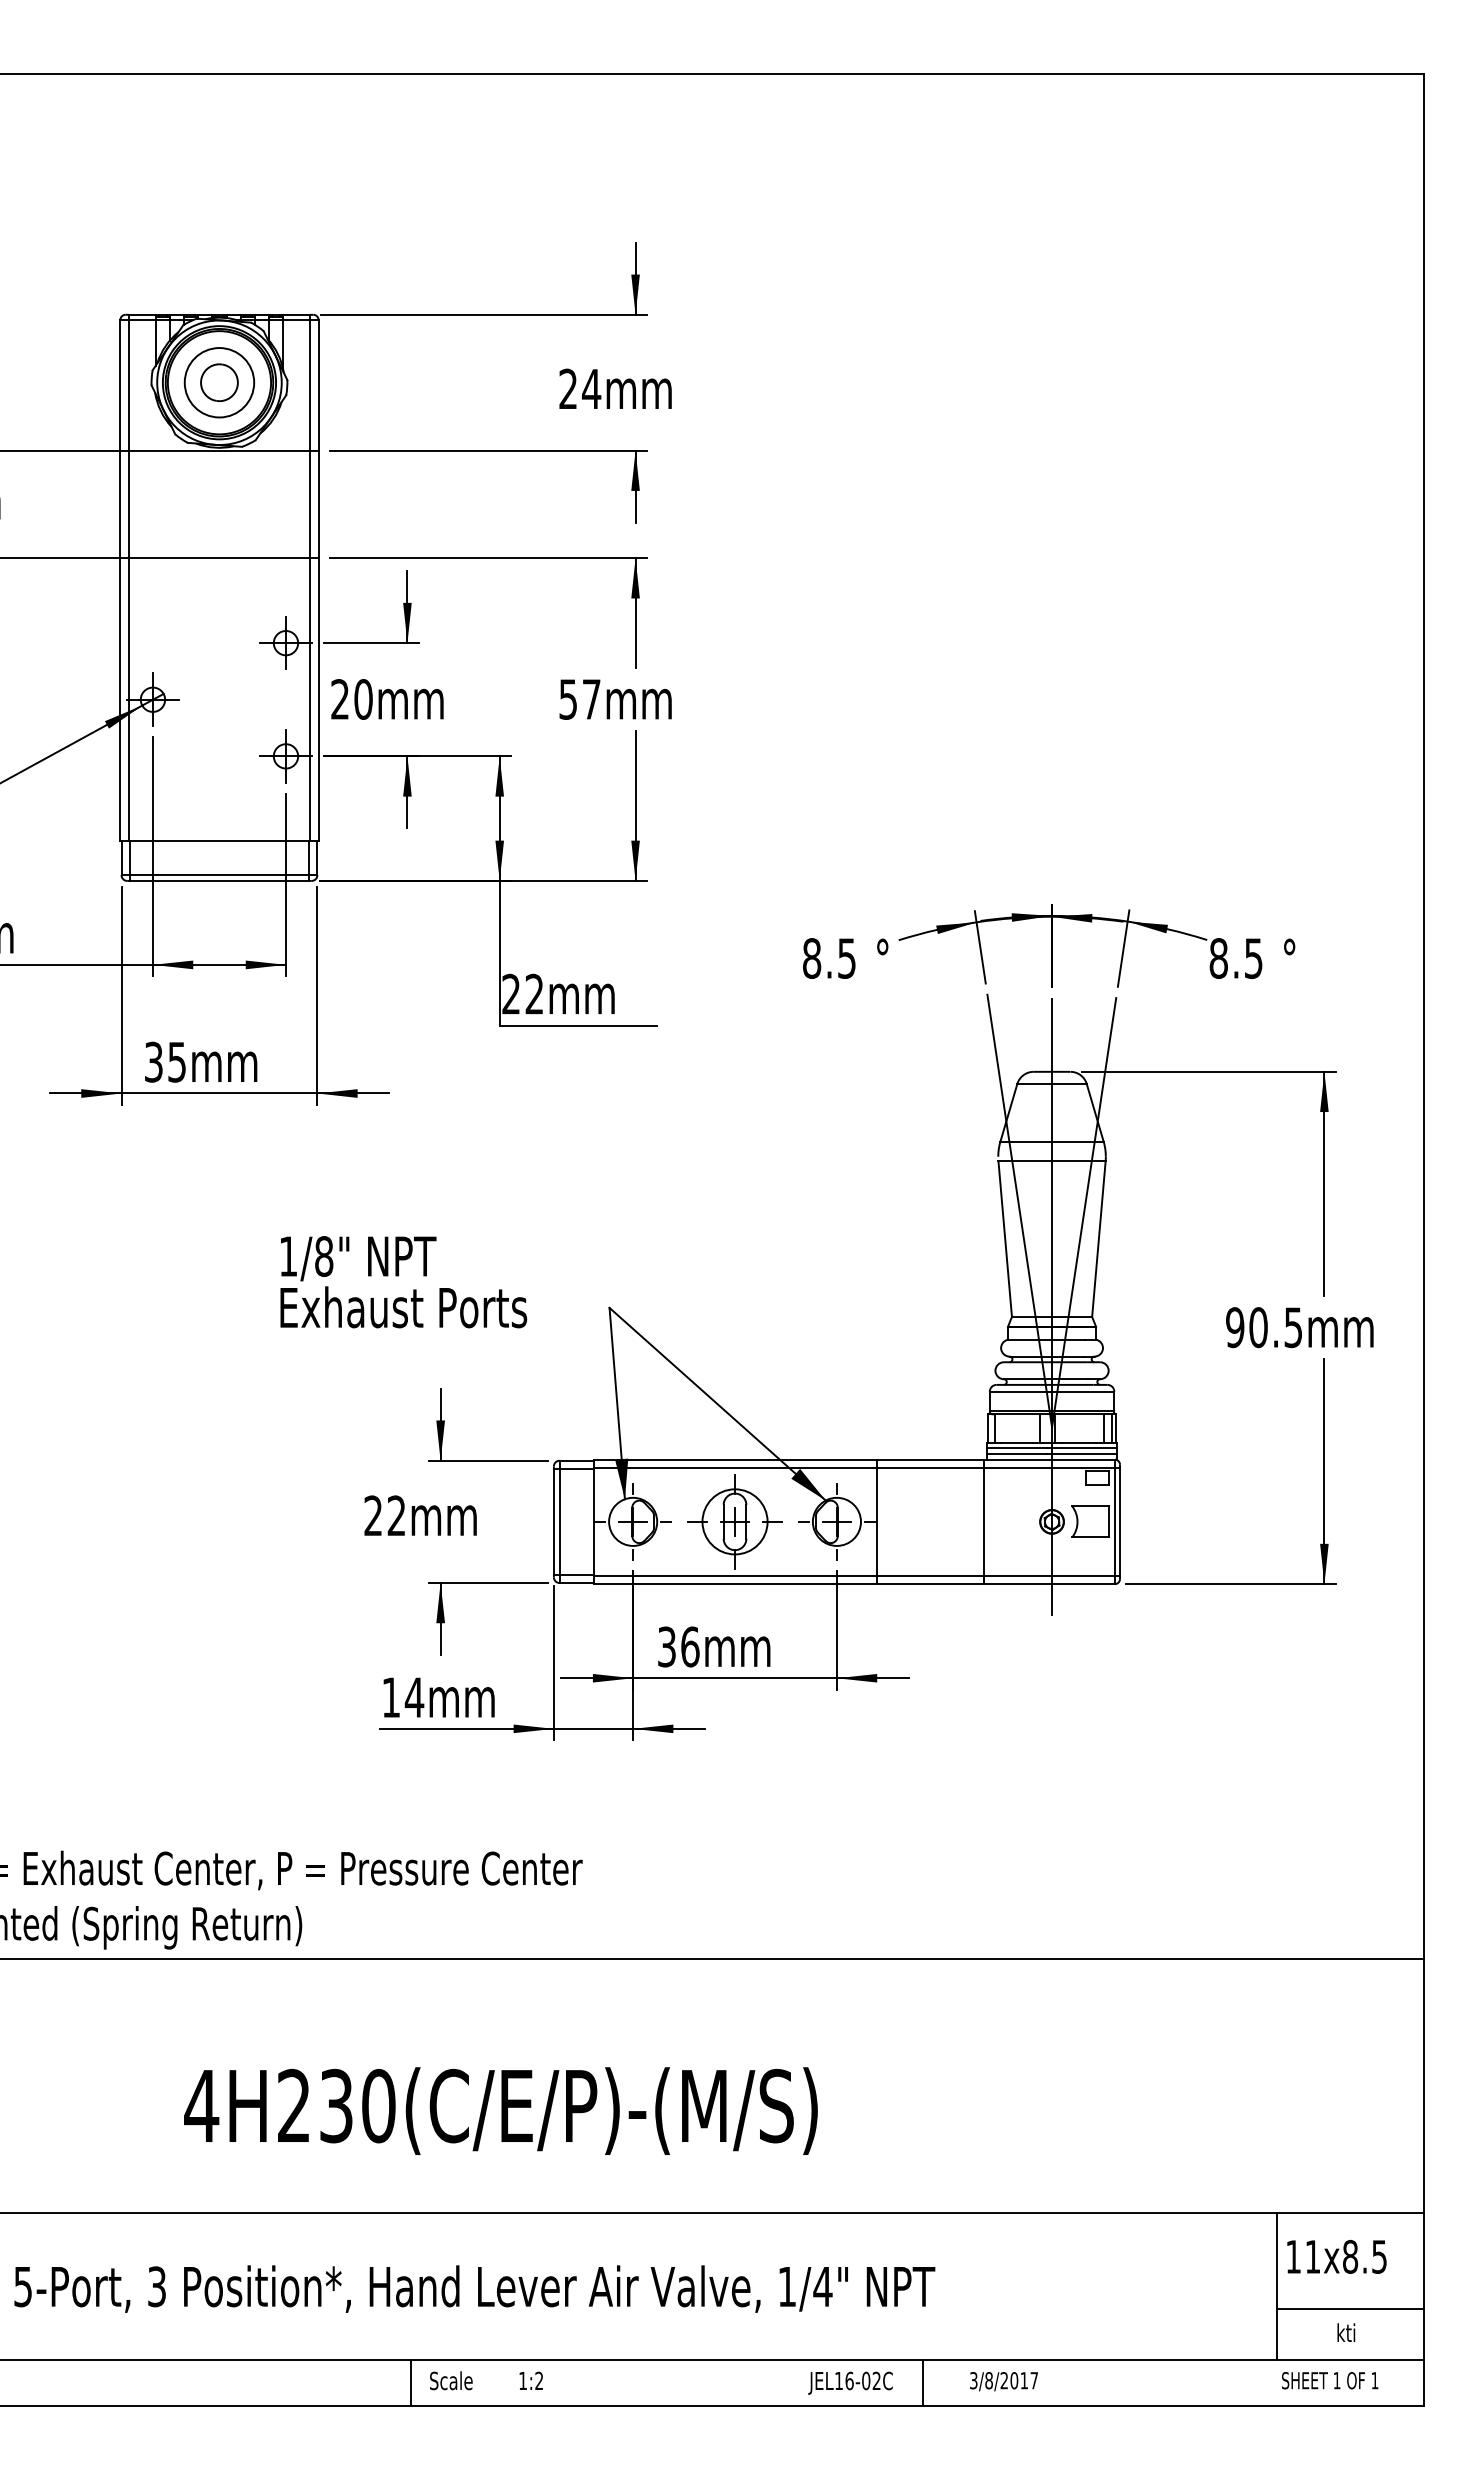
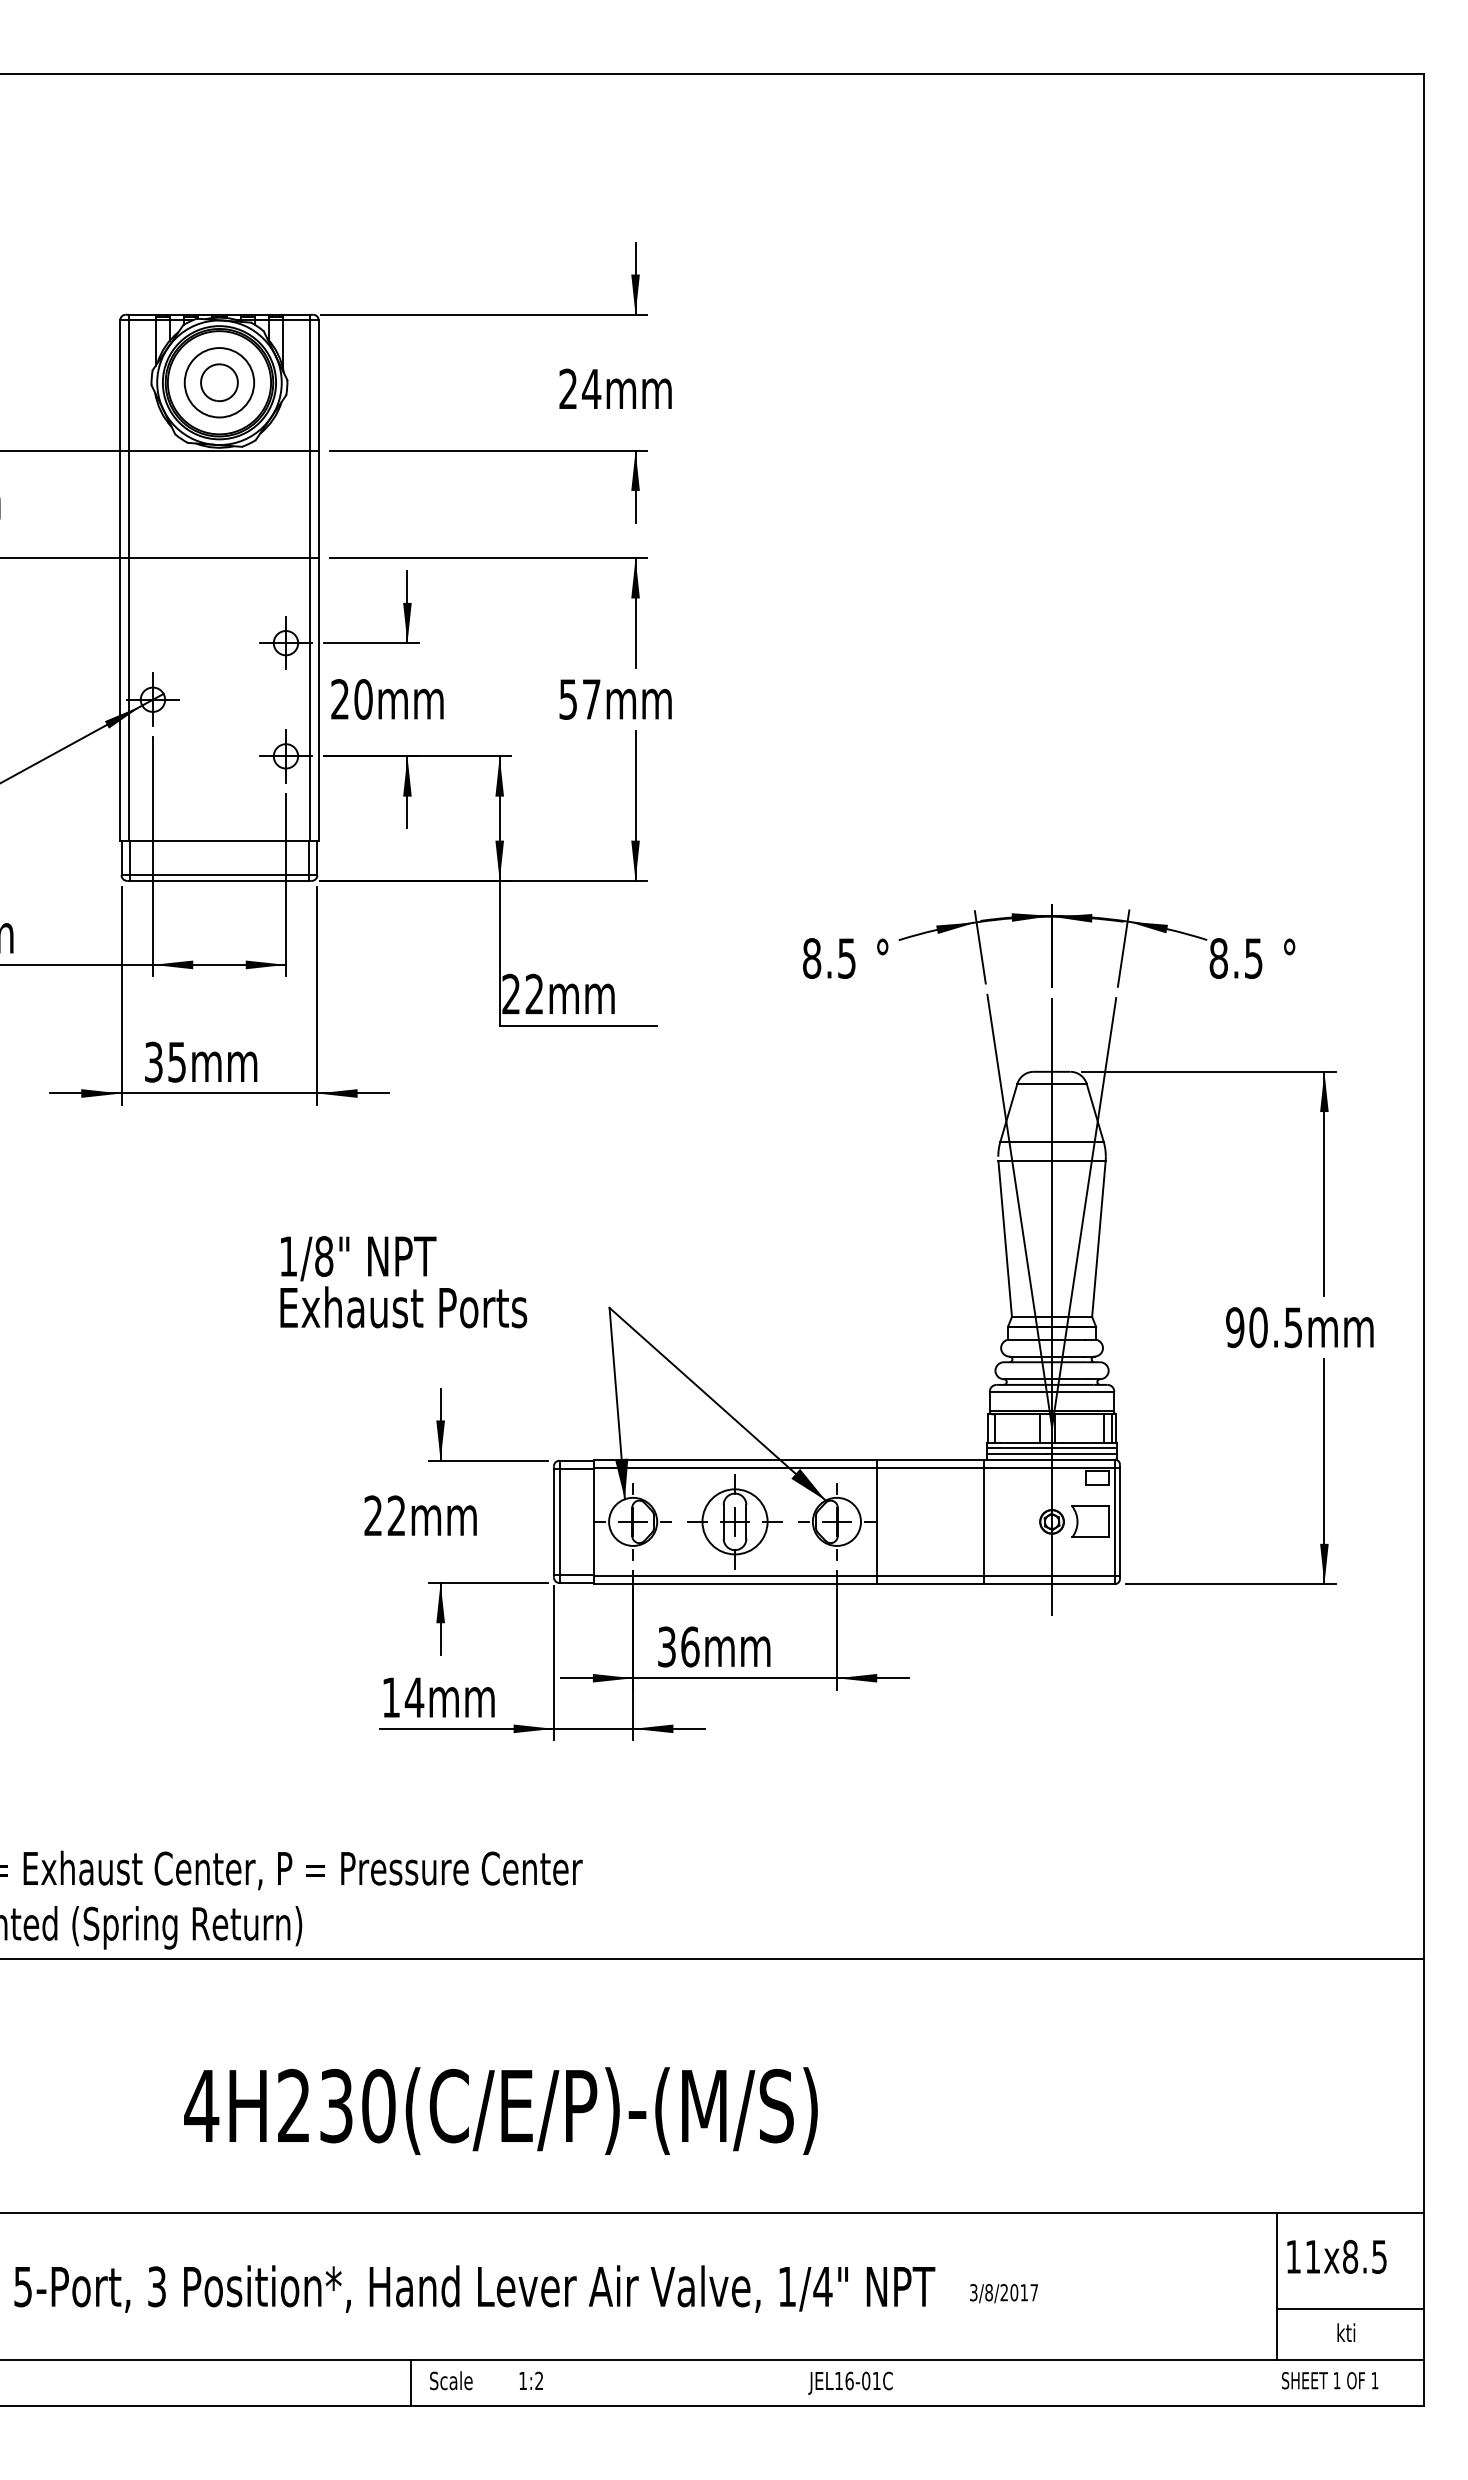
text at (876, 2380): JEL16-02C -> JEL16-01C
text at (1003, 2381) position: (1003, 2381) -> (1003, 2293)
line at (923, 2382): present -> none
